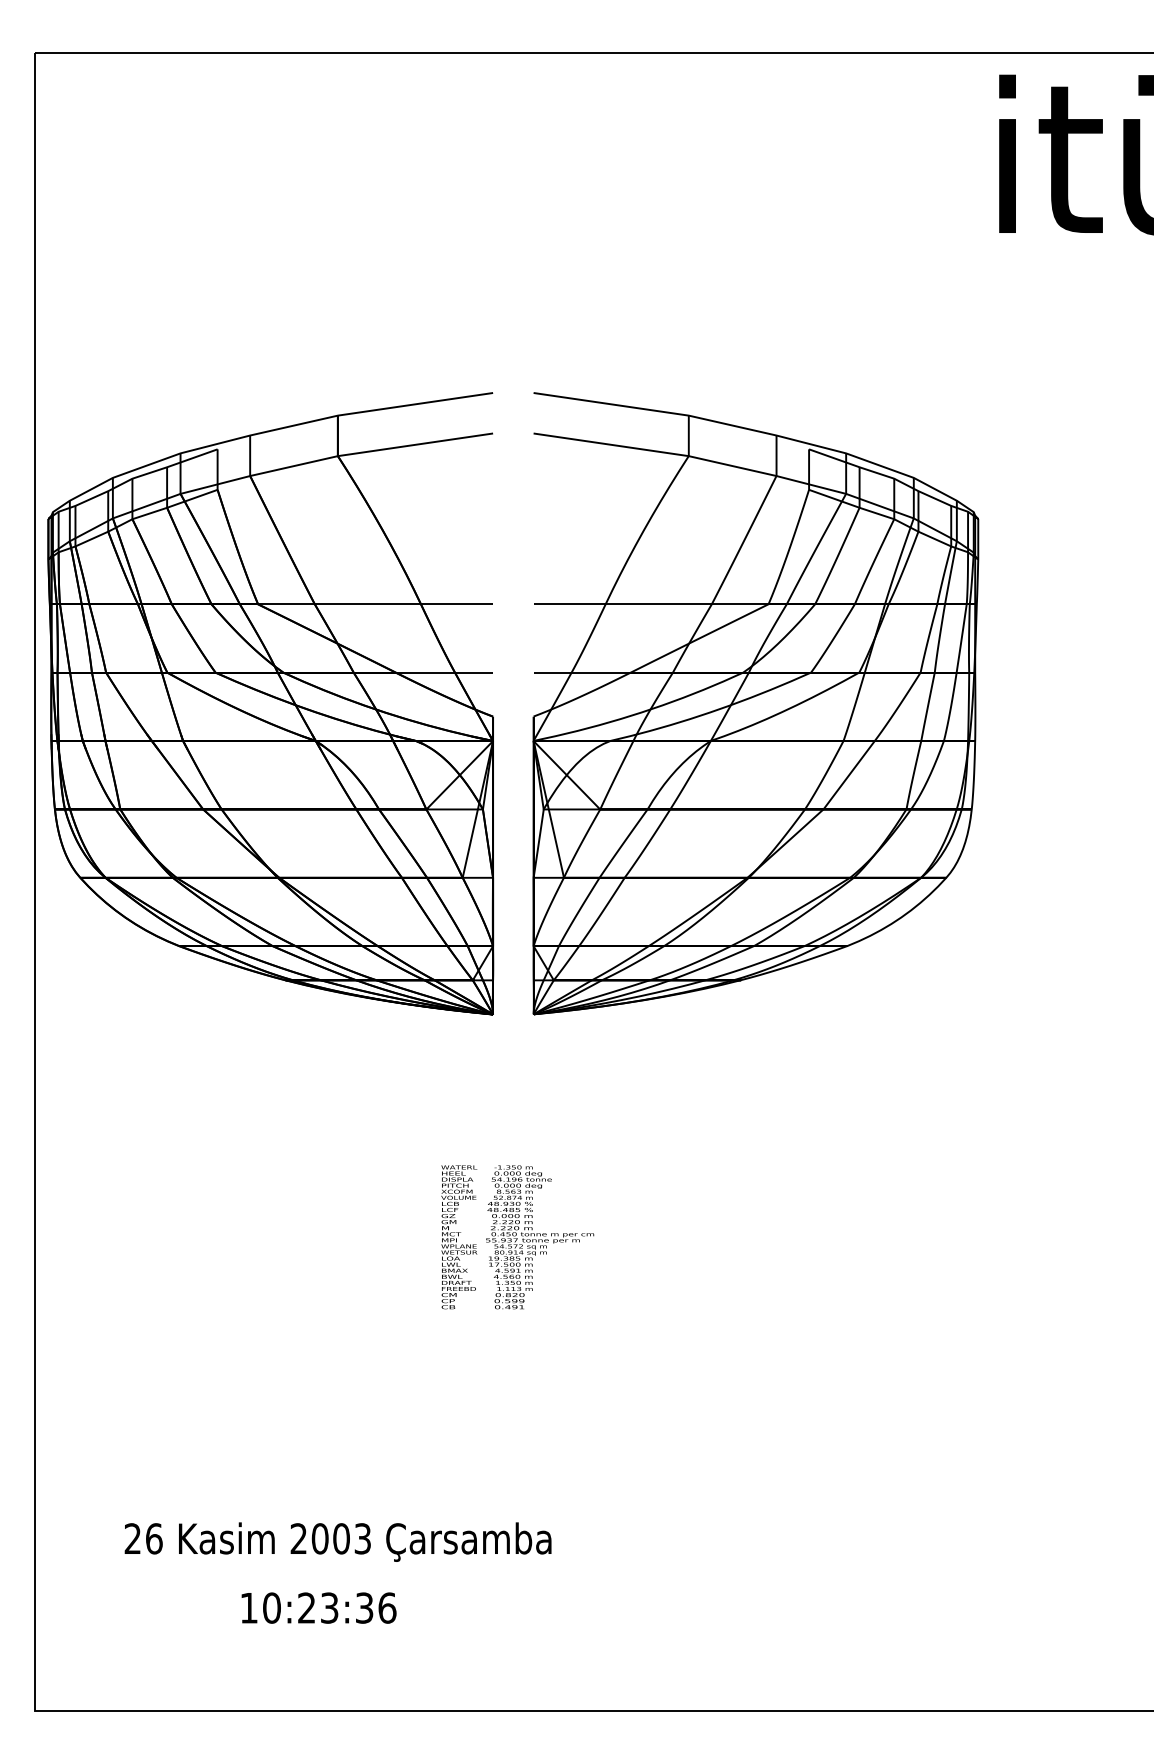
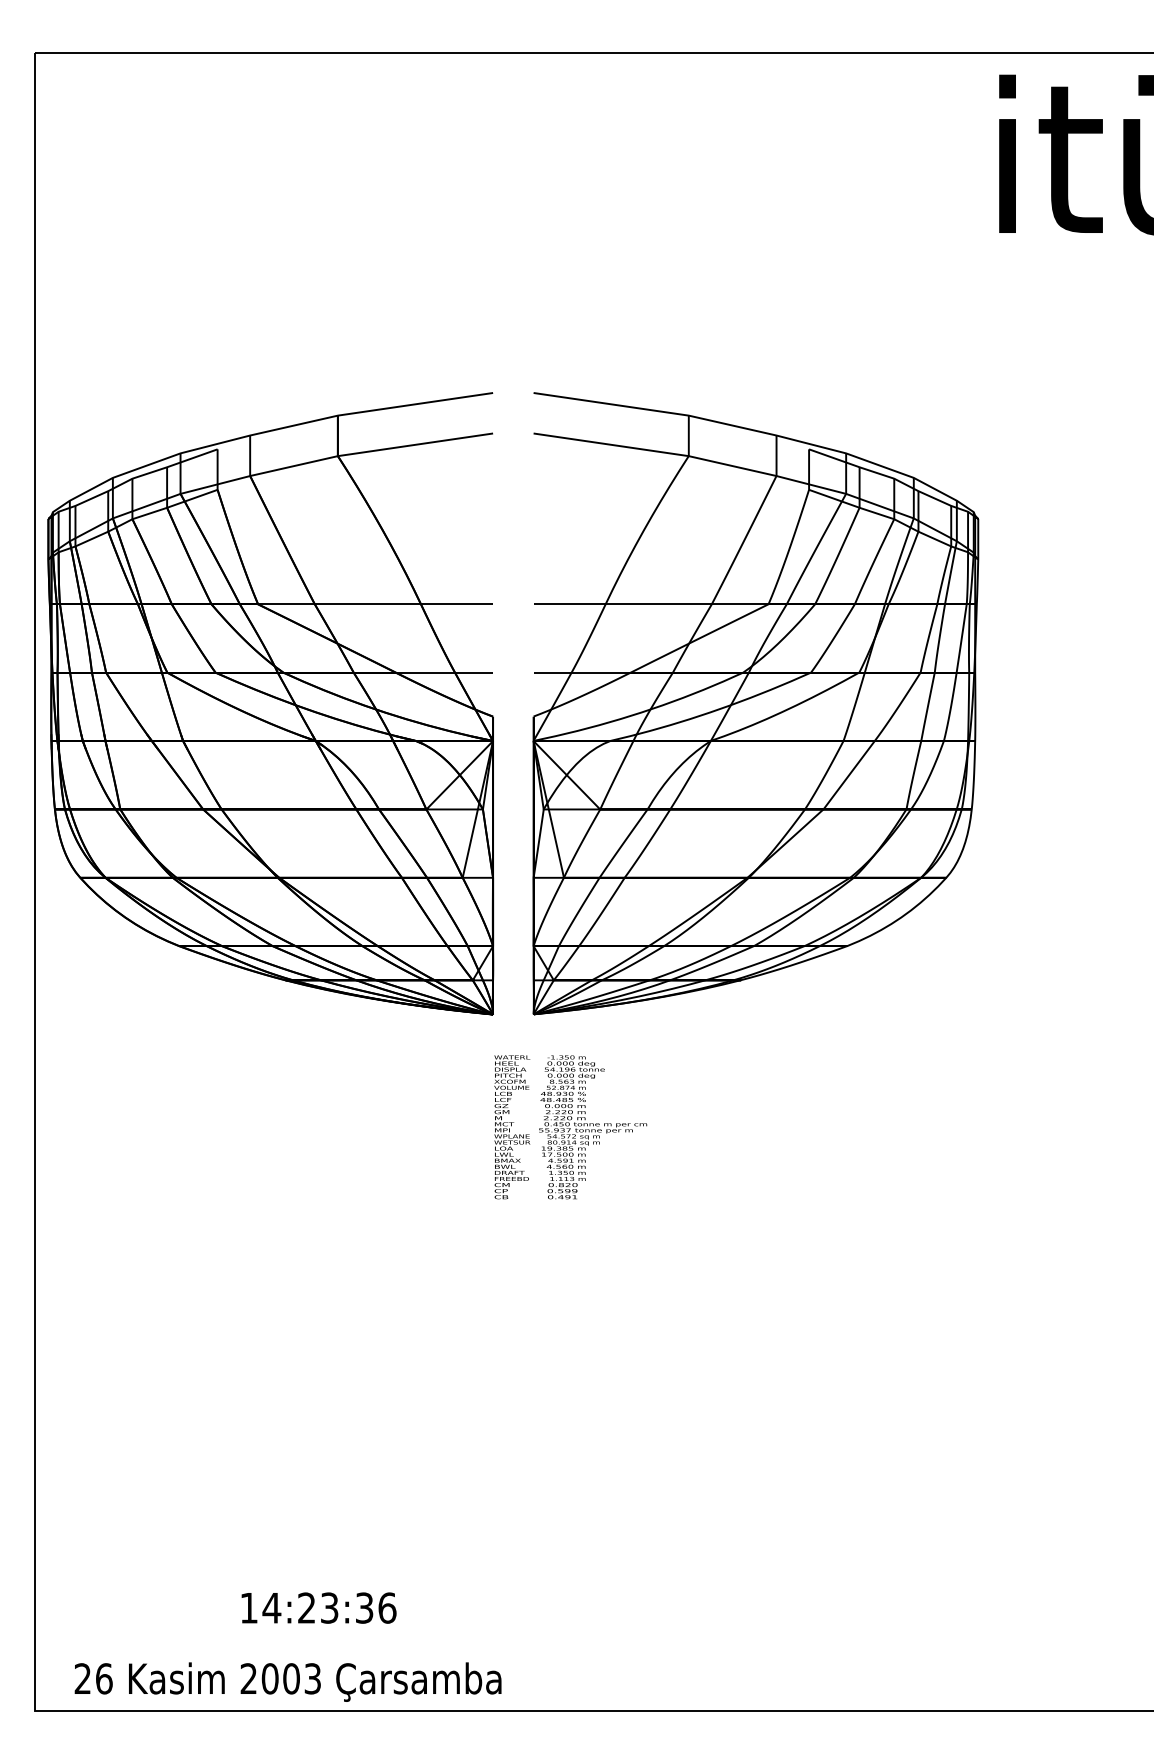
text at (517, 1237) position: (517, 1237) -> (570, 1127)
text at (337, 1541) position: (337, 1541) -> (287, 1681)
text at (271, 1607): 10:23:36 -> 14:23:36
